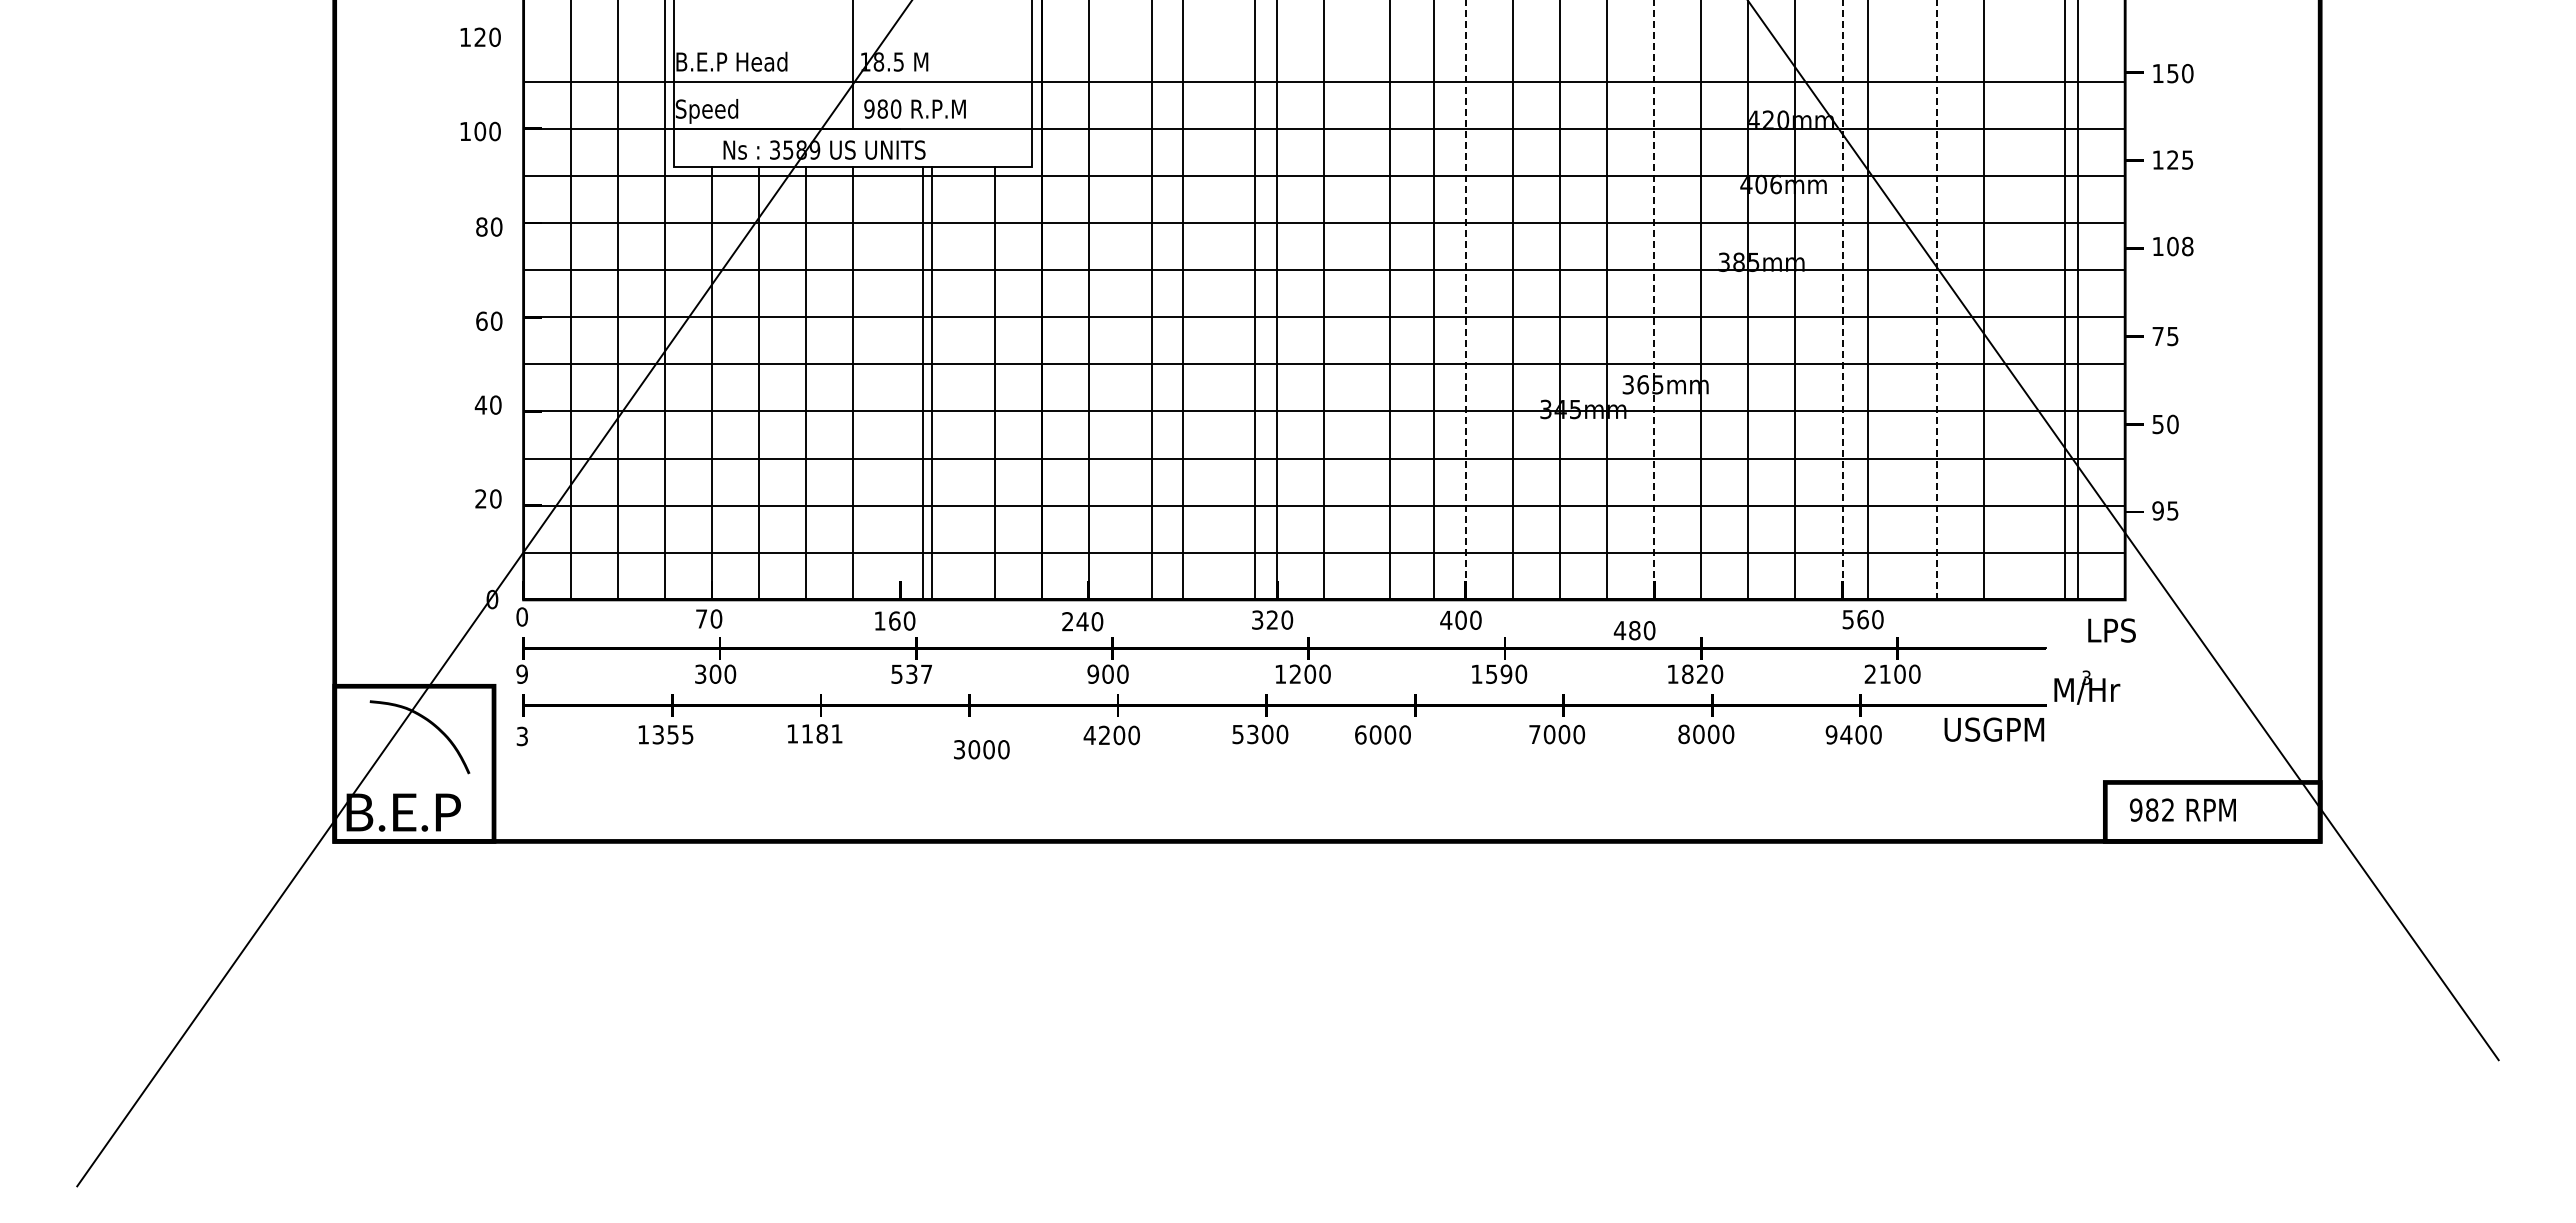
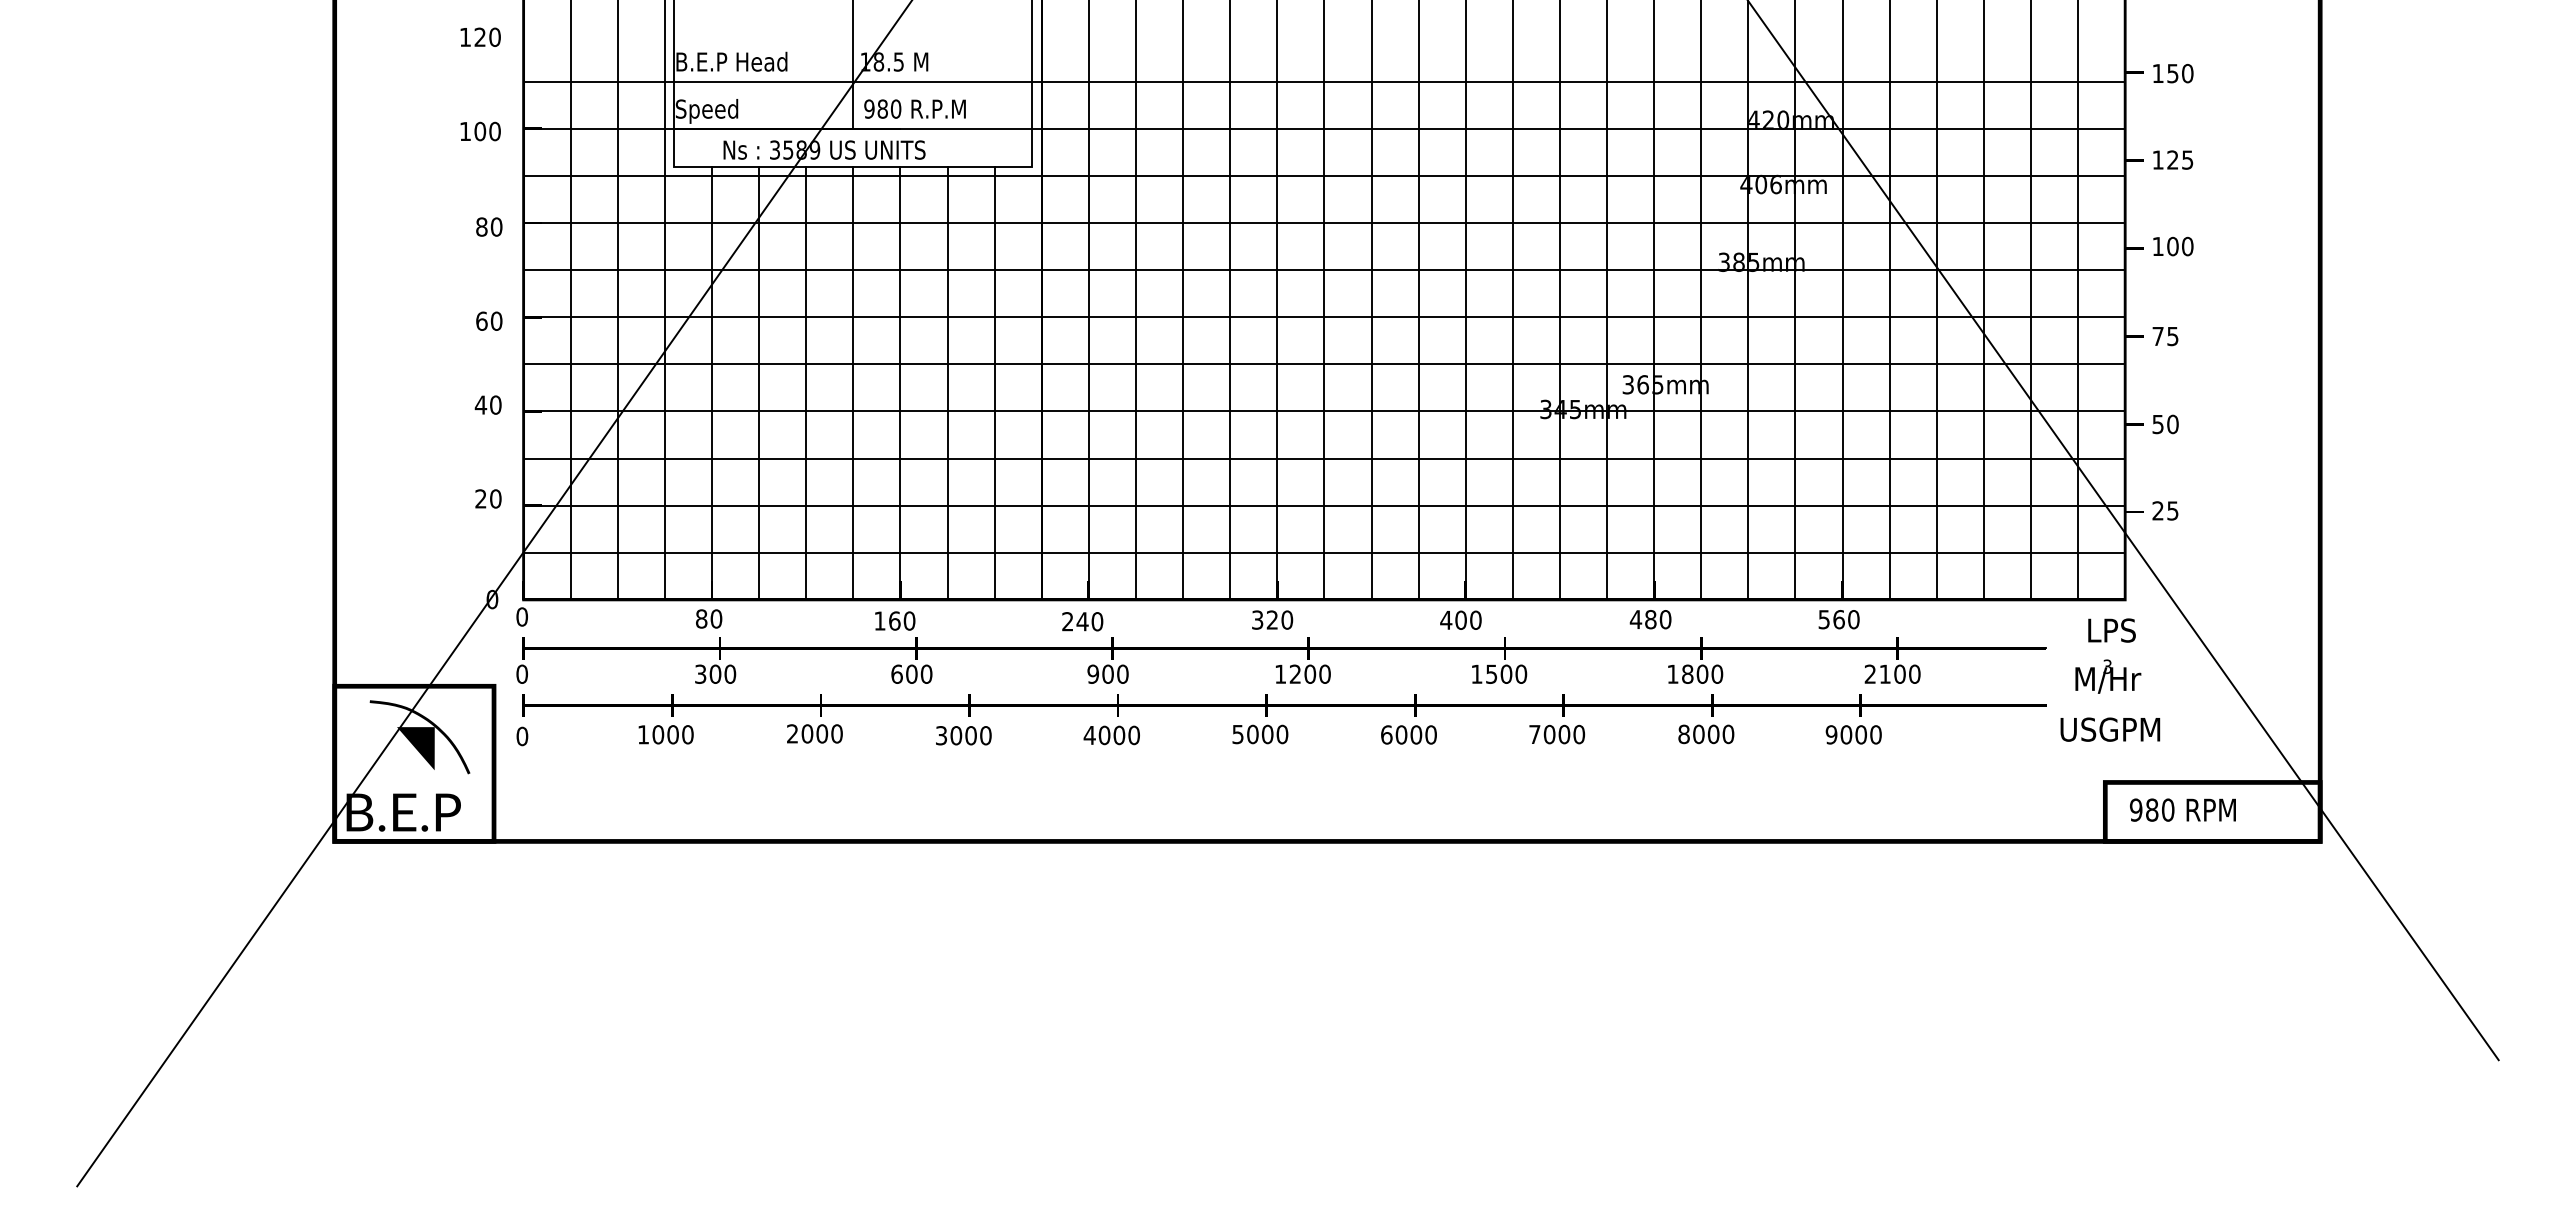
text at (2187, 246): 108 -> 100
line at (1151, 300) position: (1151, 300) -> (1135, 300)
line at (1255, 300) position: (1255, 300) -> (1230, 300)
line at (1389, 300) position: (1389, 300) -> (1371, 300)
line at (1433, 300) position: (1433, 300) -> (1418, 300)
line at (1465, 300): dashed -> solid
line at (1654, 300): dashed -> solid
line at (1842, 300): dashed -> solid
line at (1867, 300) position: (1867, 300) -> (1889, 300)
line at (1936, 300): dashed -> solid
line at (2064, 300) position: (2064, 300) -> (2030, 300)
line at (923, 382) position: (923, 382) -> (900, 382)
line at (931, 382) position: (931, 382) -> (947, 382)
text at (2157, 510): 95 -> 25
text at (701, 618): 70 -> 80
text at (1862, 619) position: (1862, 619) -> (1838, 619)
text at (1634, 630) position: (1634, 630) -> (1650, 619)
text at (521, 673): 9 -> 0
text at (911, 673): 537 -> 600
text at (1702, 673): 1820 -> 1800
text at (1506, 674): 1590 -> 1500
text at (2087, 687) position: (2087, 687) -> (2108, 676)
text at (1994, 729) position: (1994, 729) -> (2110, 729)
text at (814, 733): 1181 -> 2000
text at (672, 734): 1355 -> 1000
text at (1252, 734): 5300 -> 5000
text at (1382, 734) position: (1382, 734) -> (1408, 734)
text at (1846, 734): 9400 -> 9000
text at (1104, 735): 4200 -> 4000
text at (522, 736): 3 -> 0
fill at (415, 748): none -> present
text at (981, 749) position: (981, 749) -> (963, 735)
text at (2168, 809): 982 -> 980
